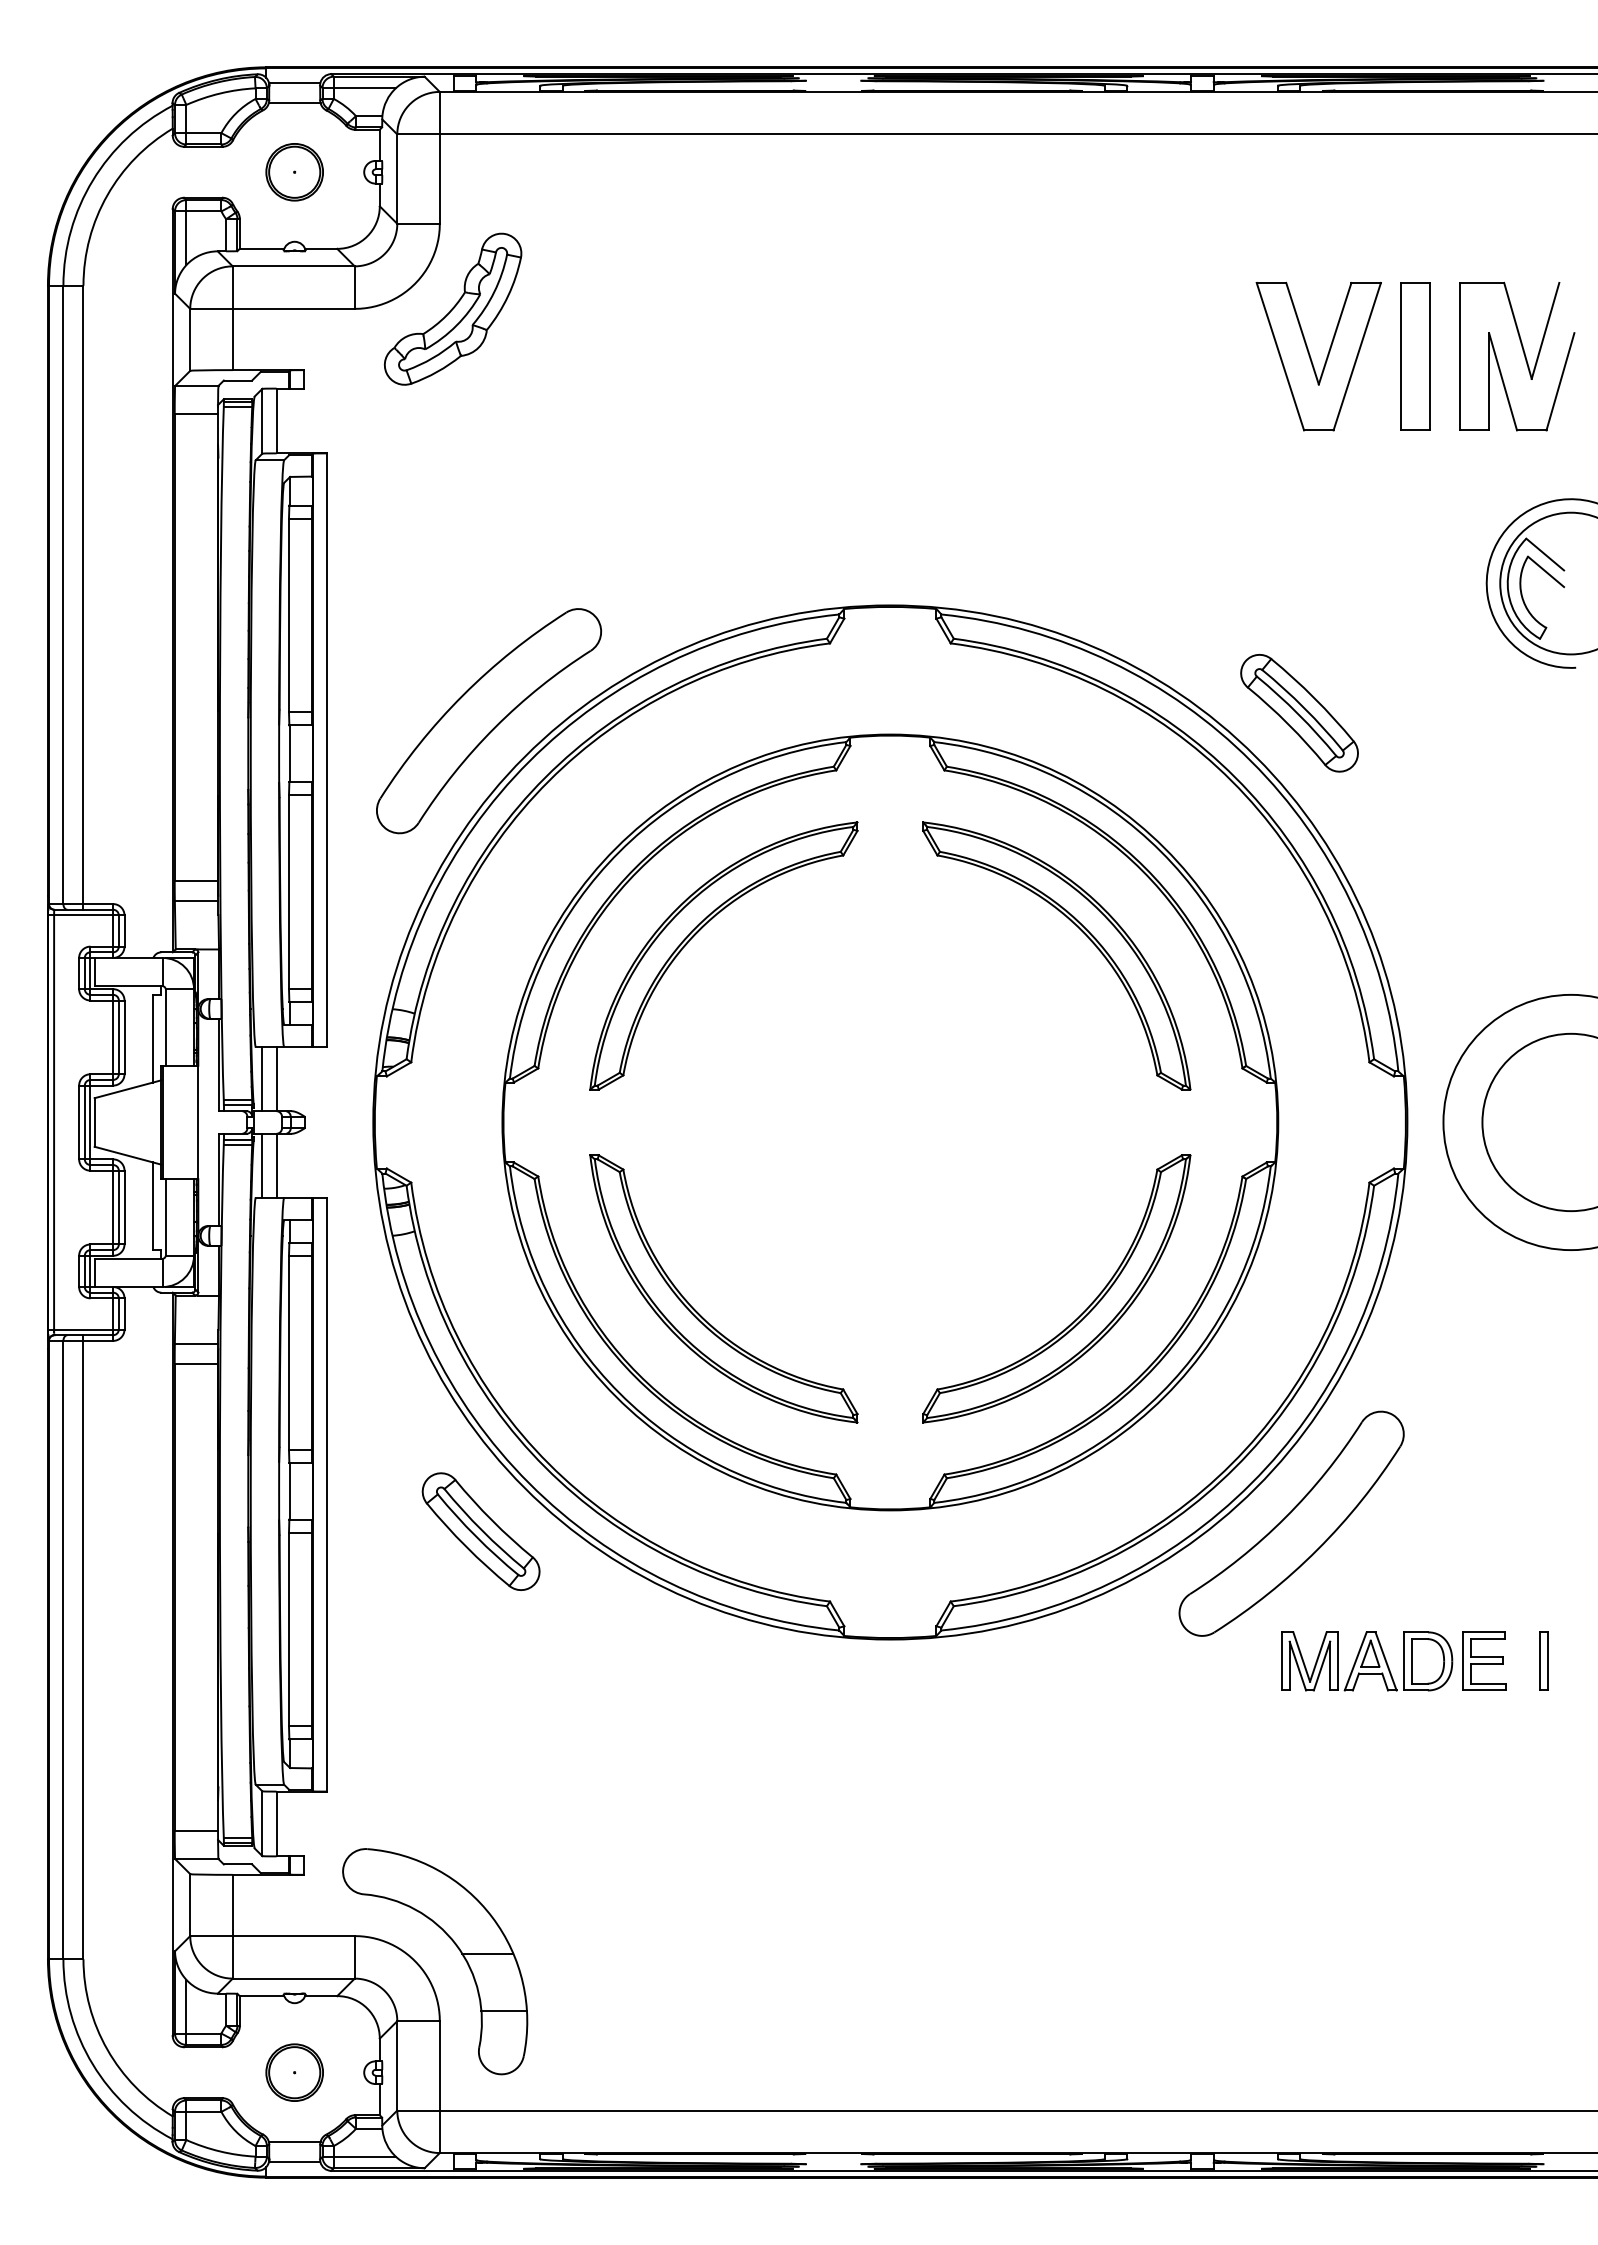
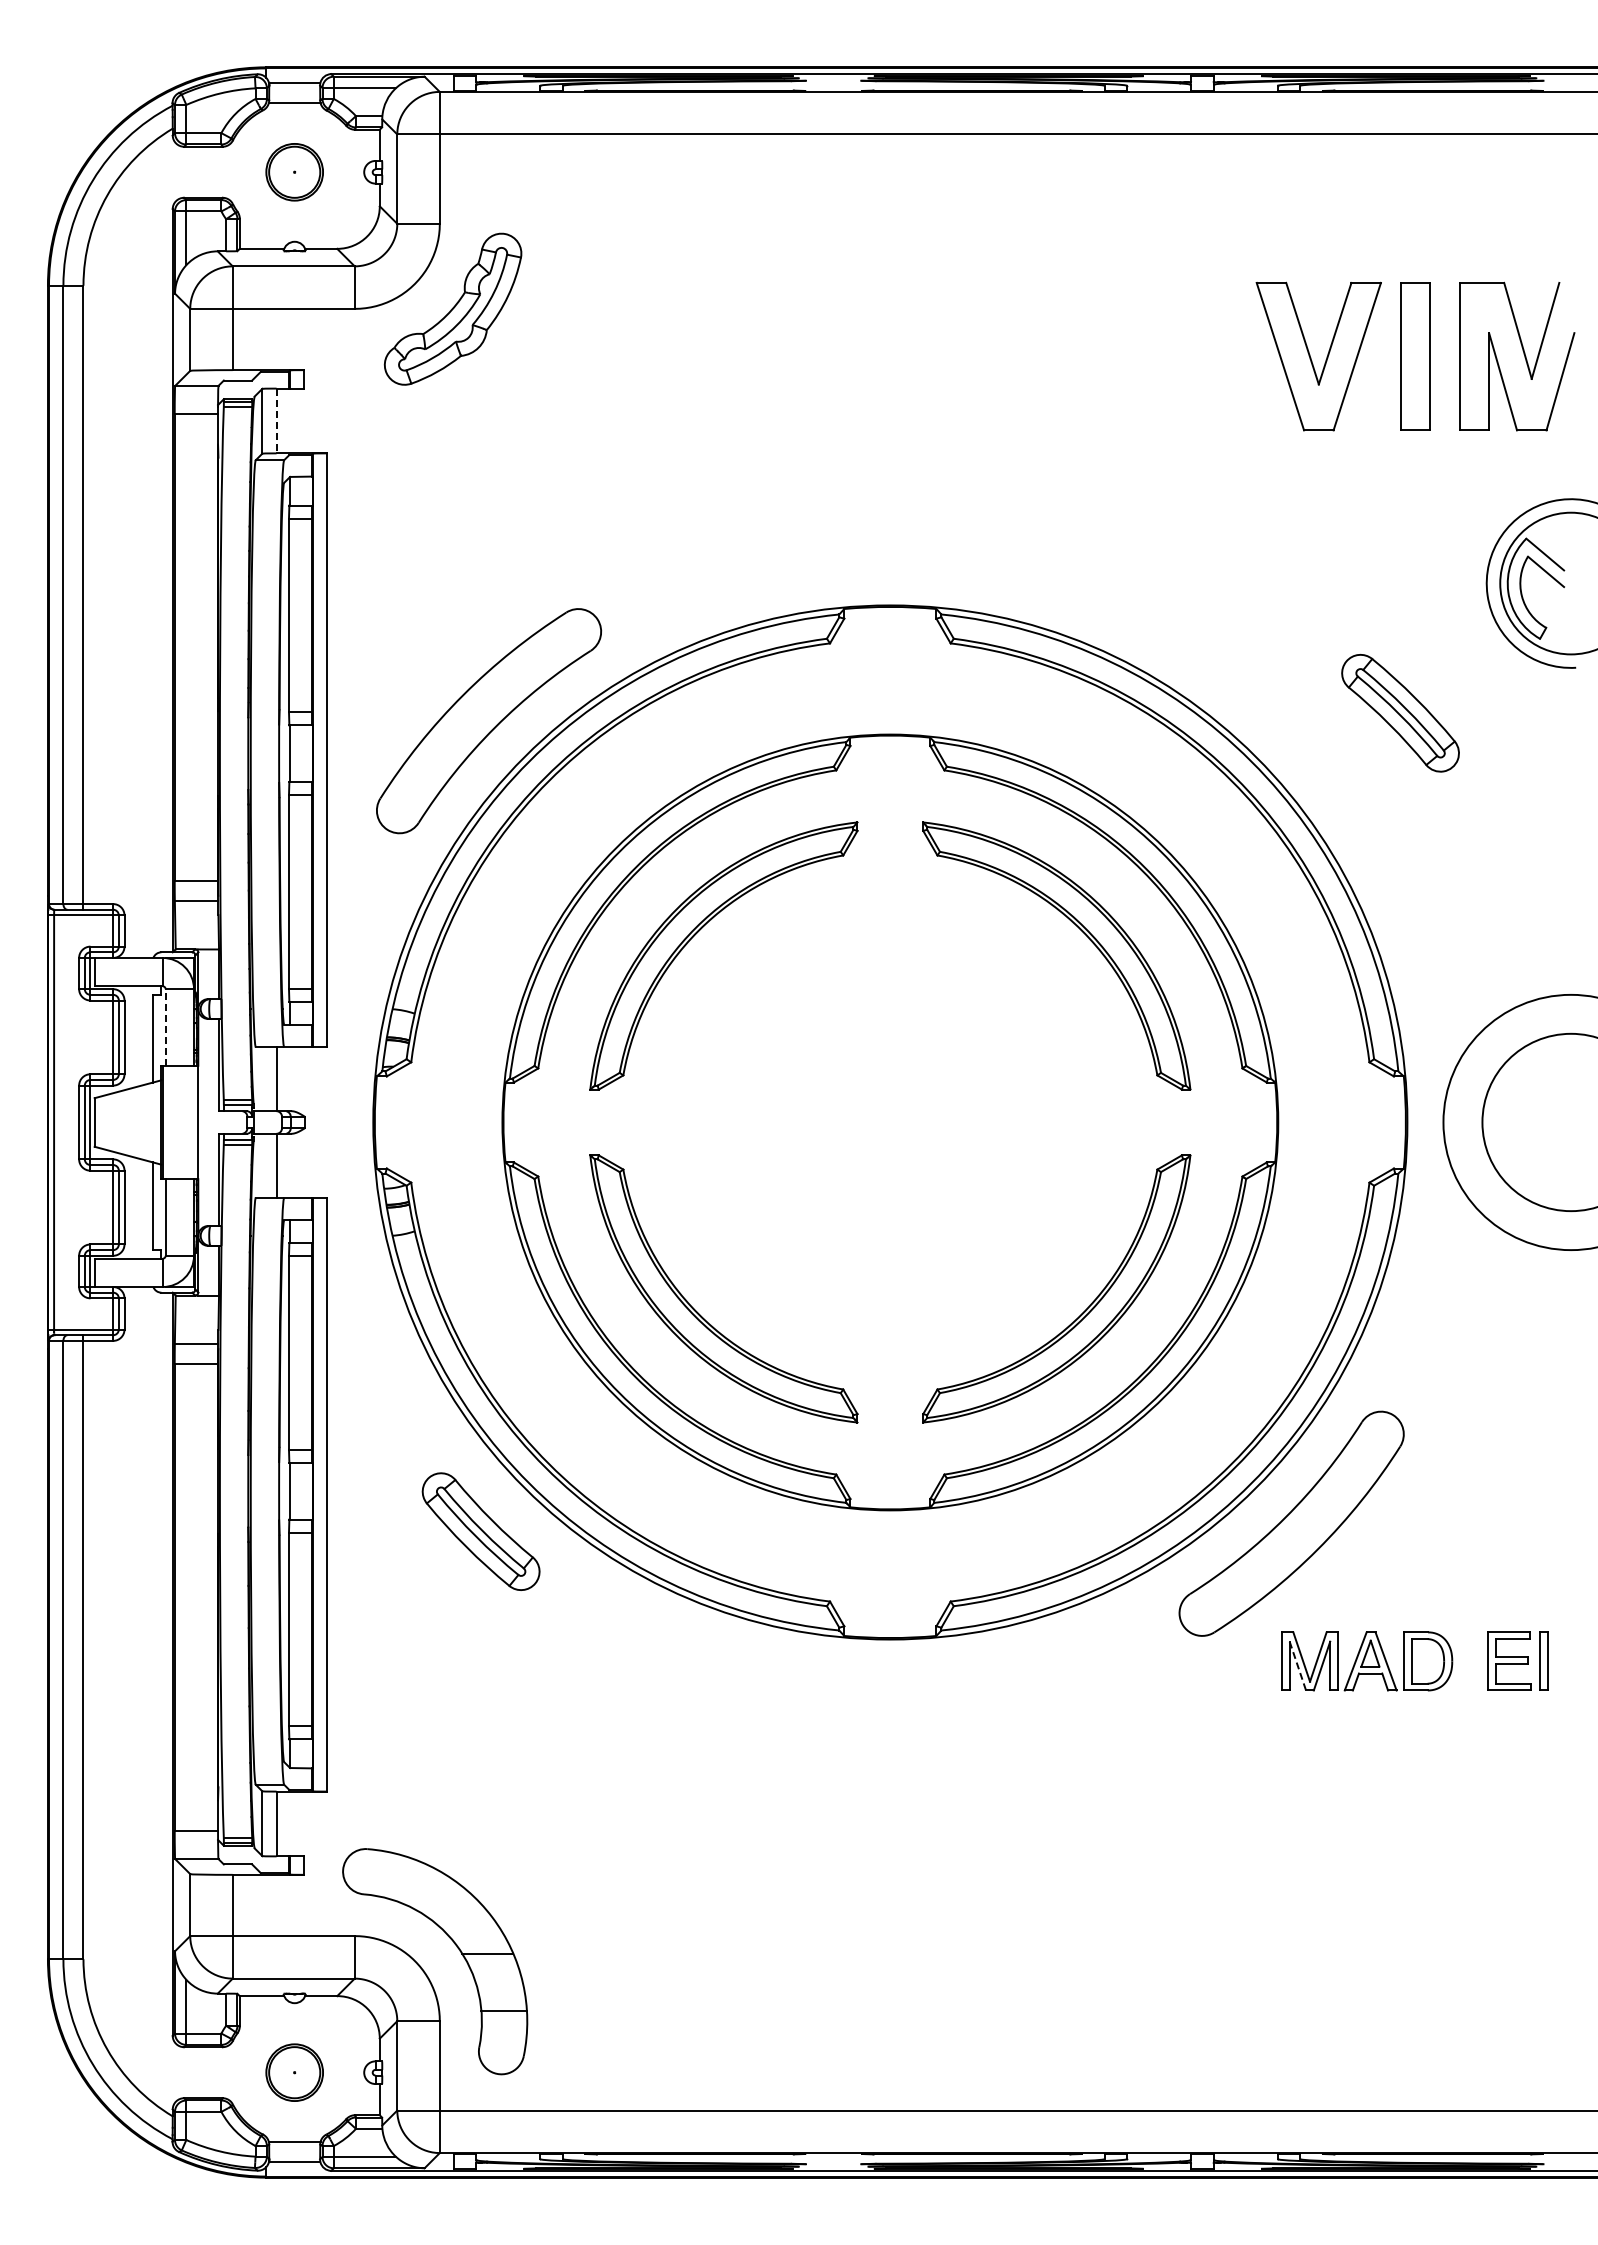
line at (276, 421): solid -> dashed
part at (1299, 713) position: (1299, 713) -> (1400, 713)
line at (165, 1026): solid -> dashed
line at (262, 1079): present -> none
line at (262, 1165): present -> none
part at (1484, 1660) position: (1484, 1660) -> (1509, 1660)
line at (1297, 1666): solid -> dashed
